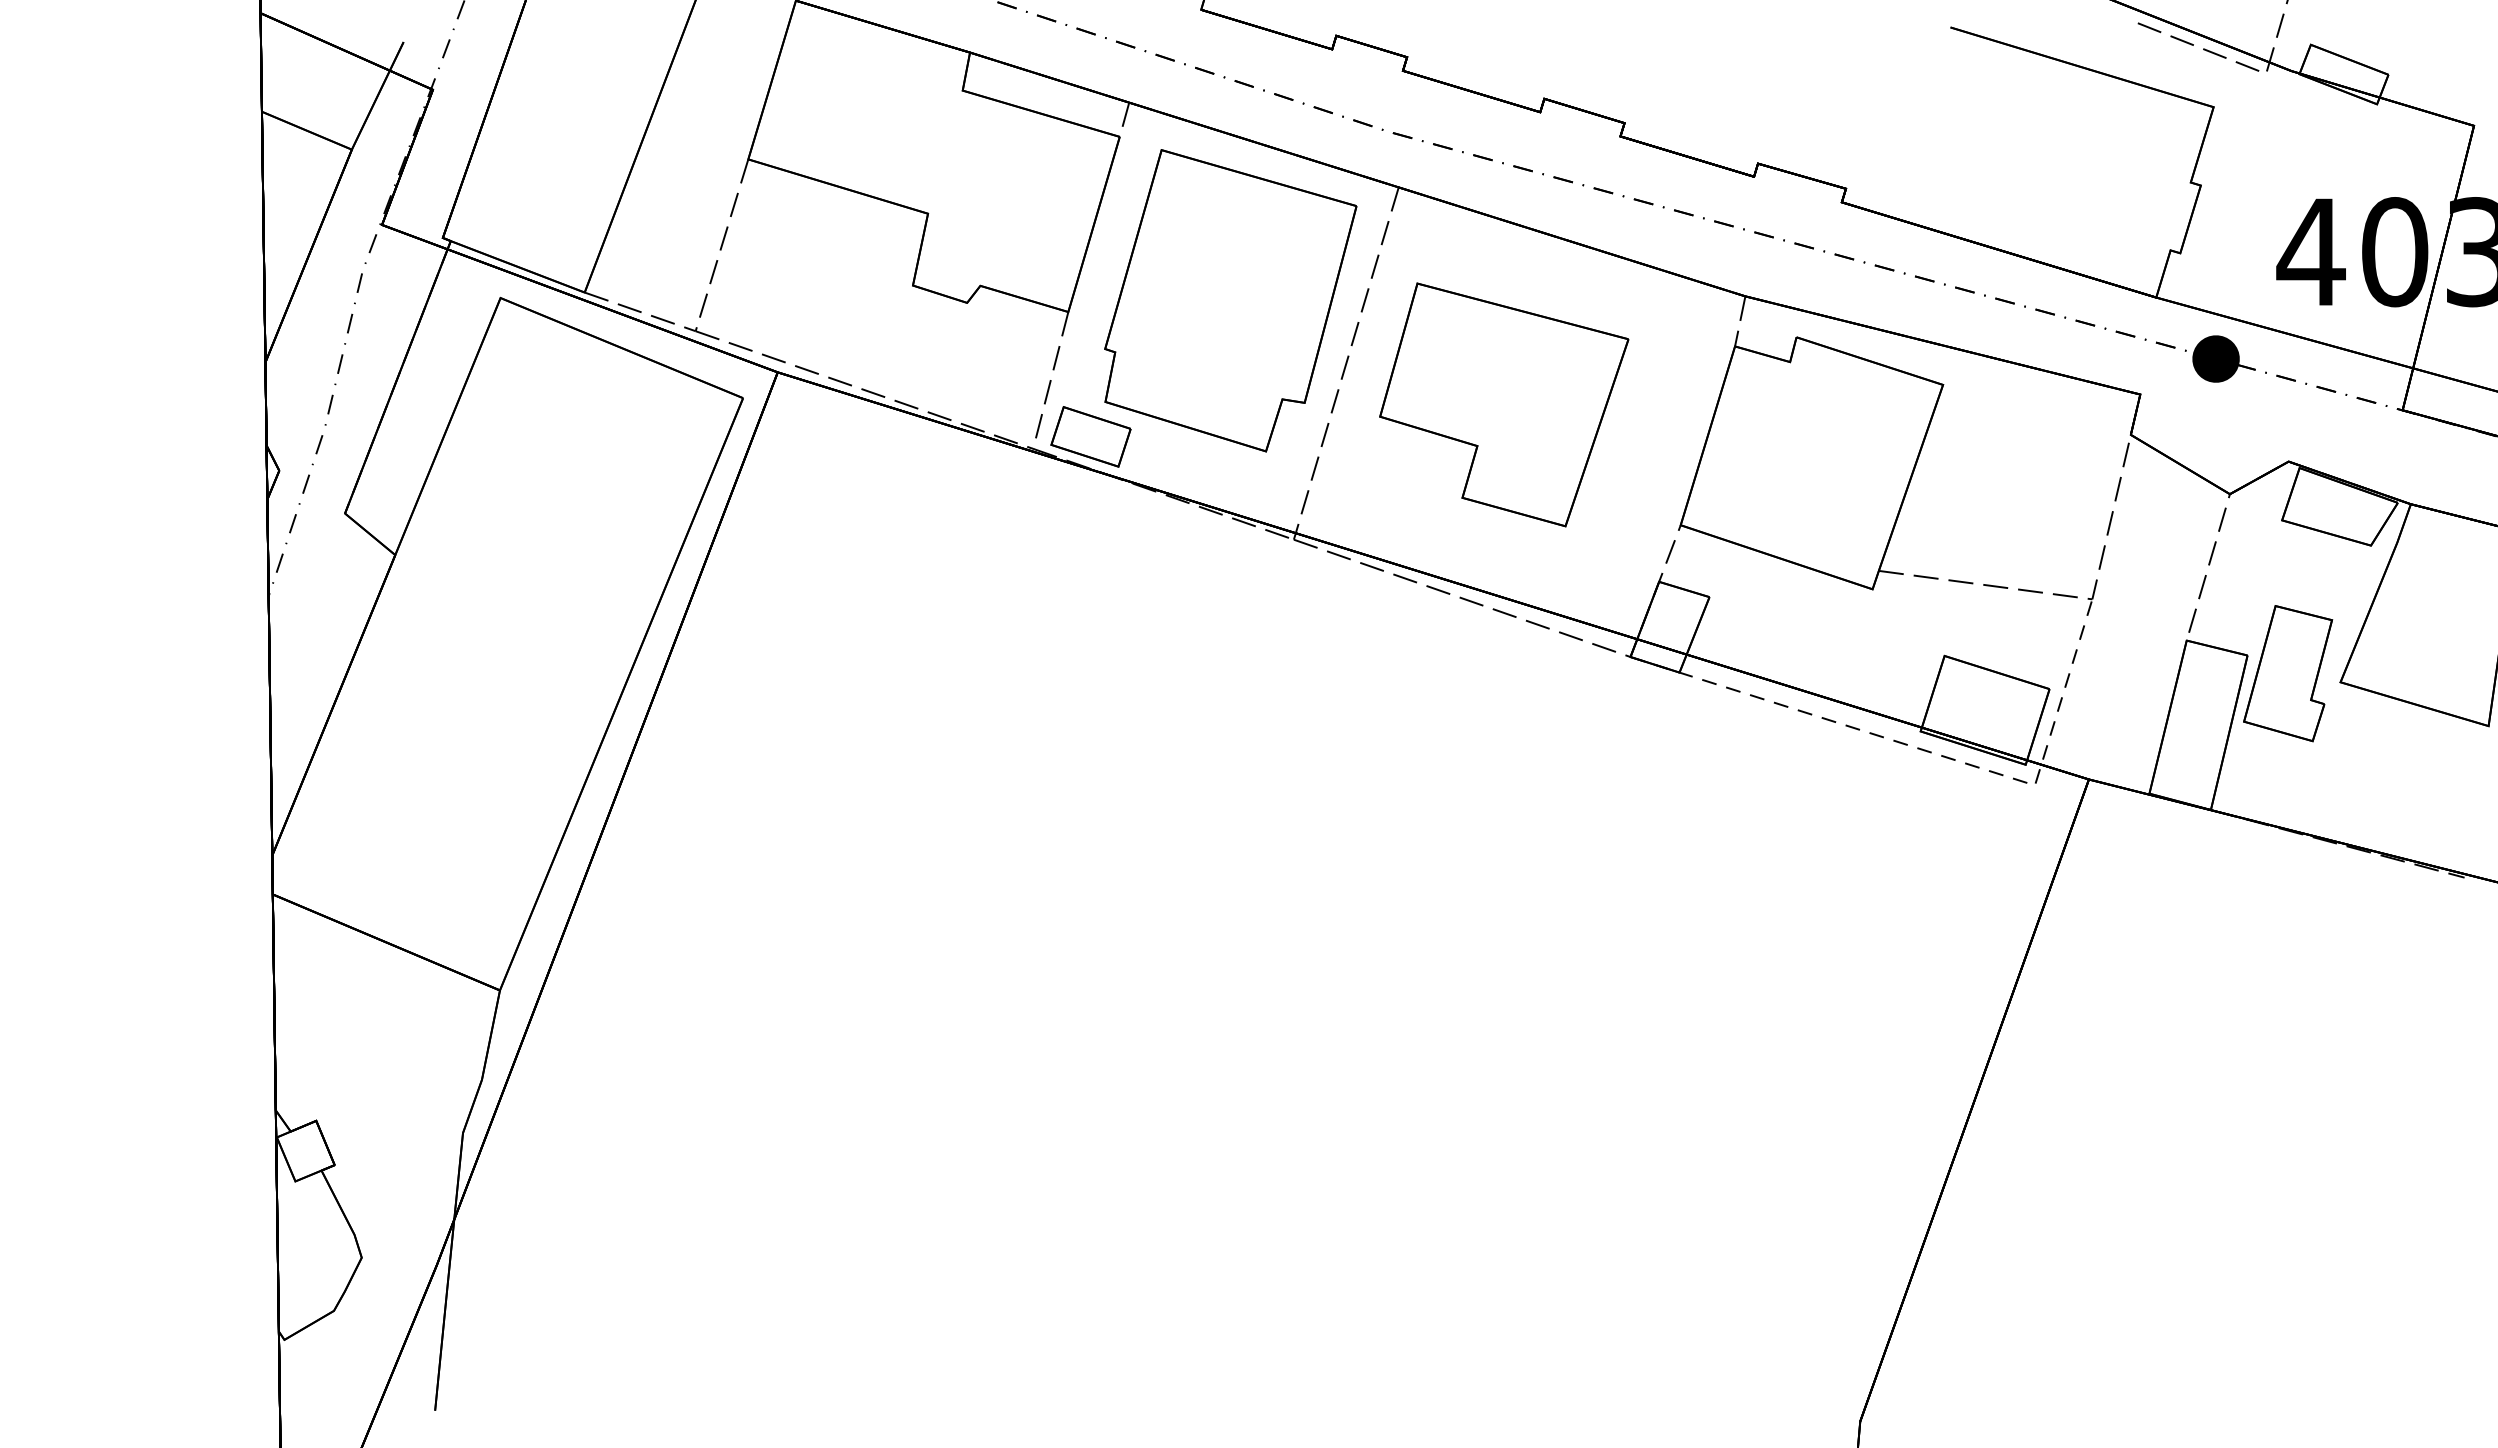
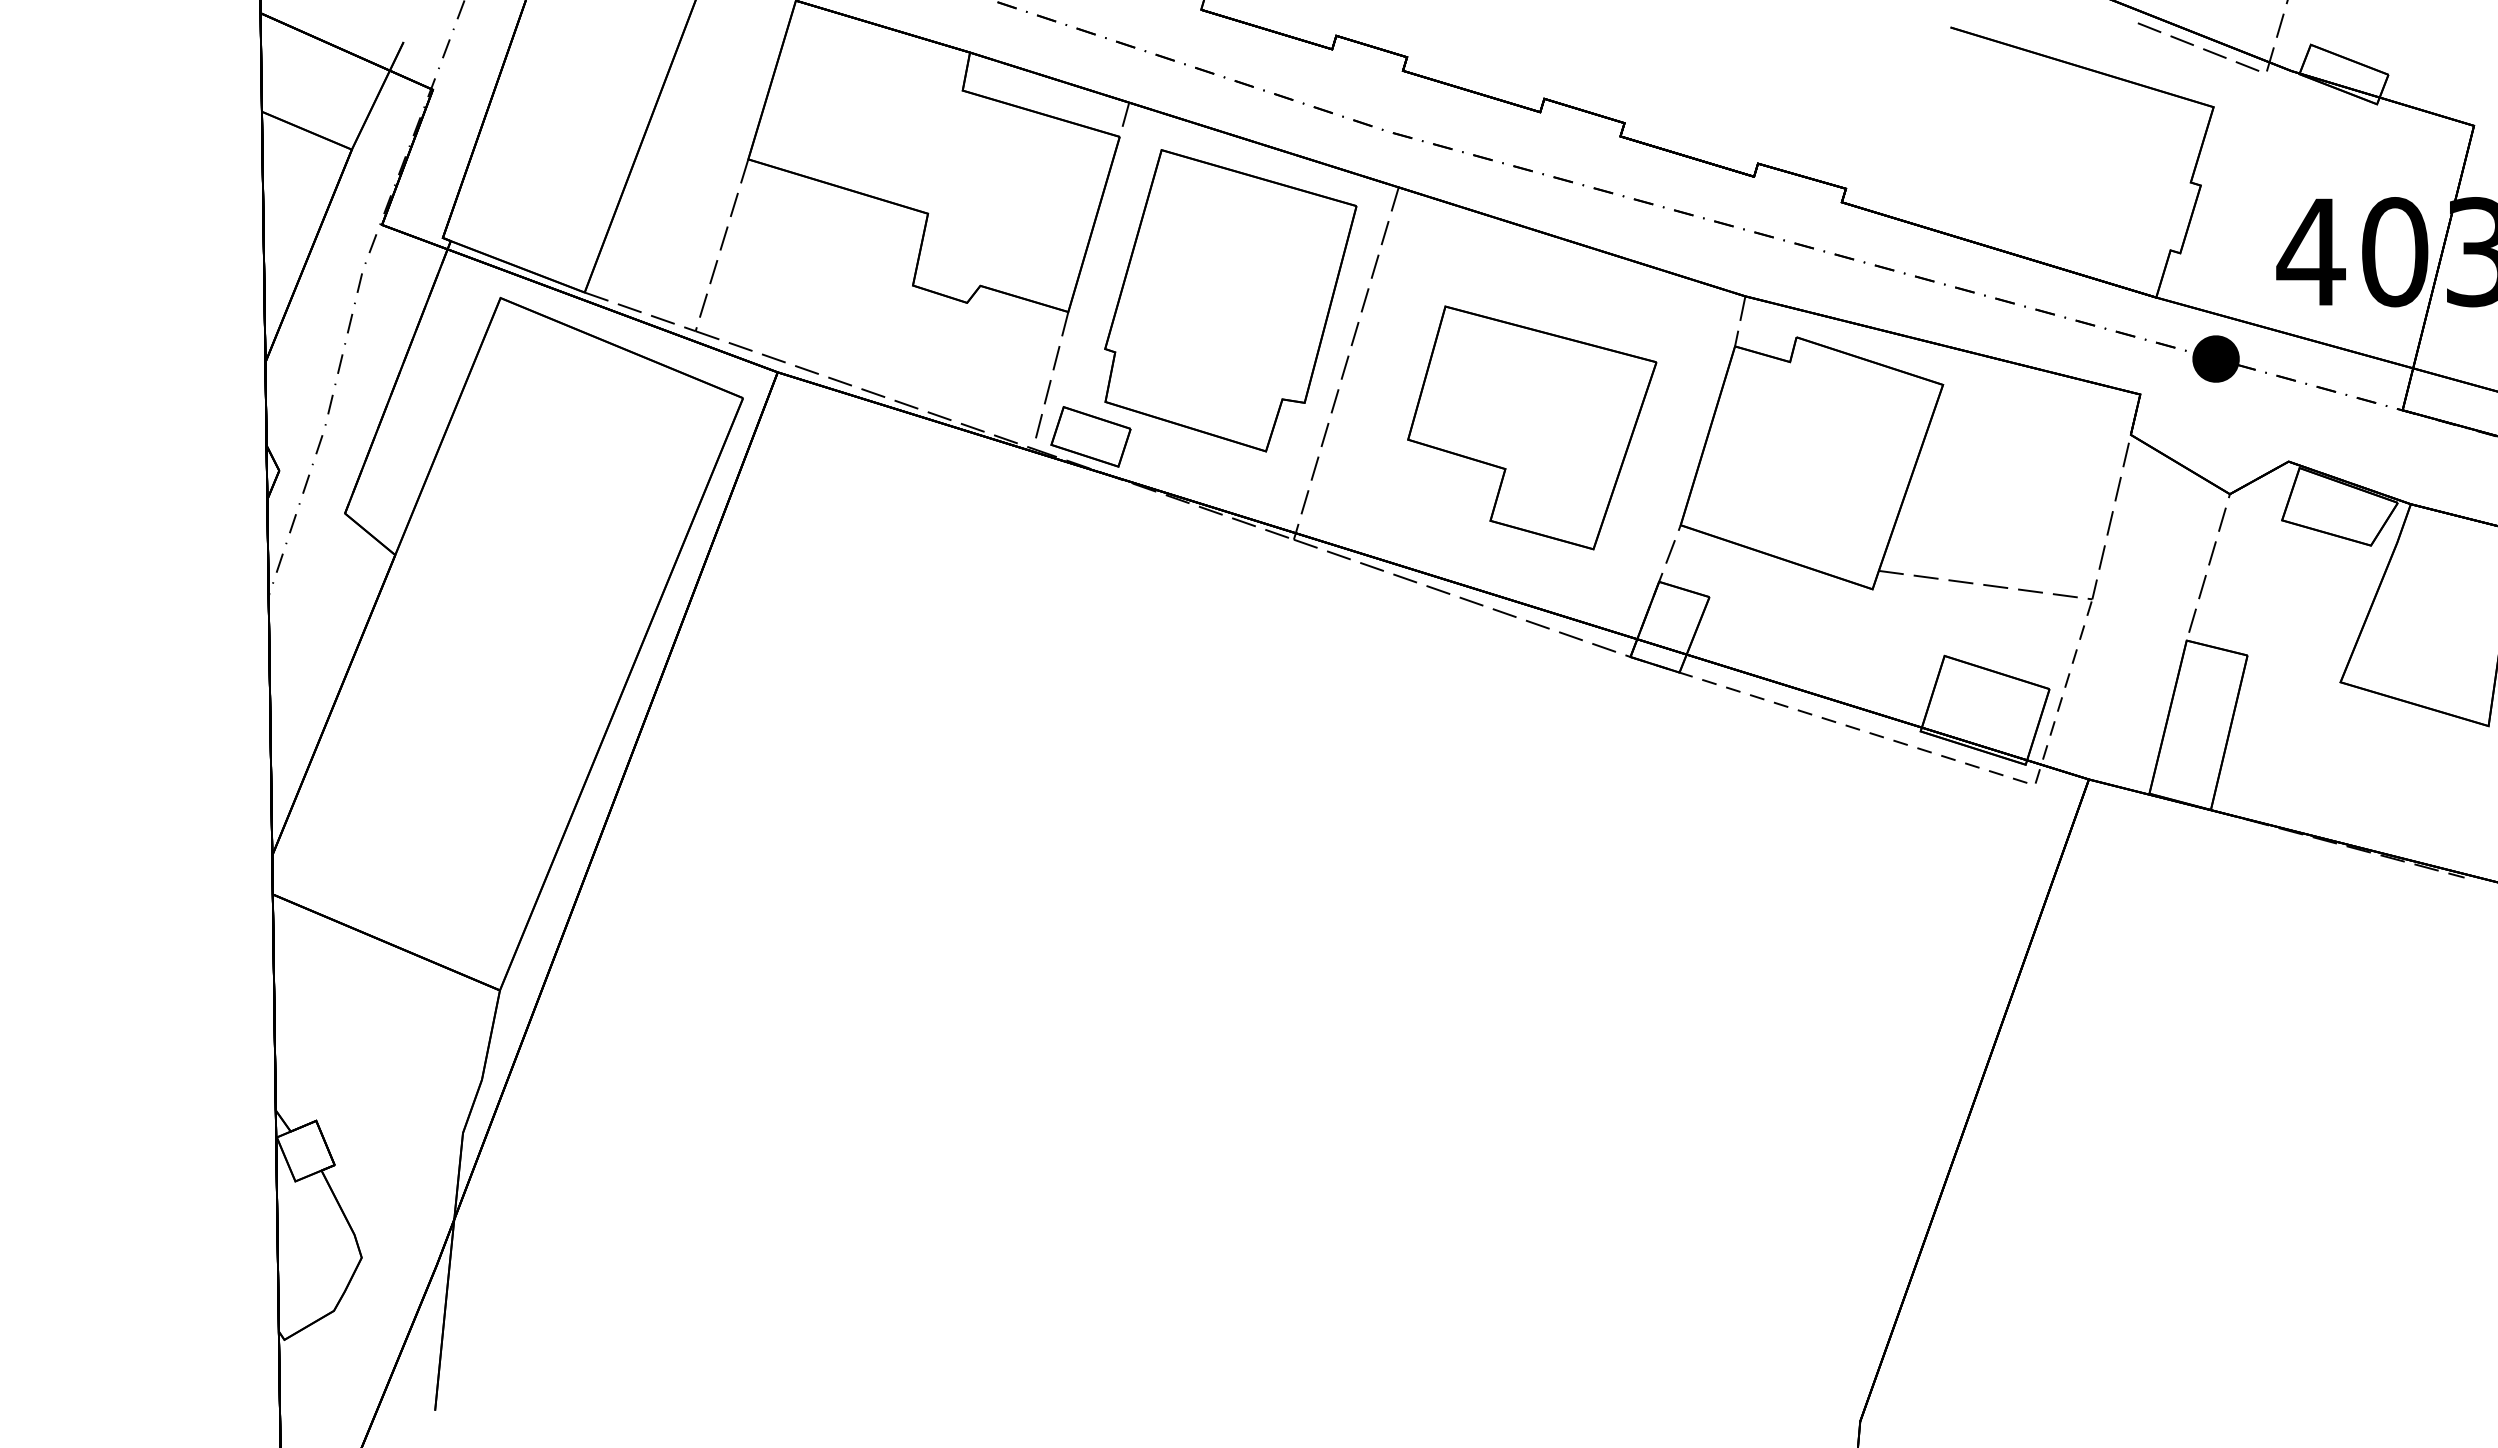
part at (1504, 404) position: (1504, 404) -> (1532, 427)
part at (2288, 673): present -> none
